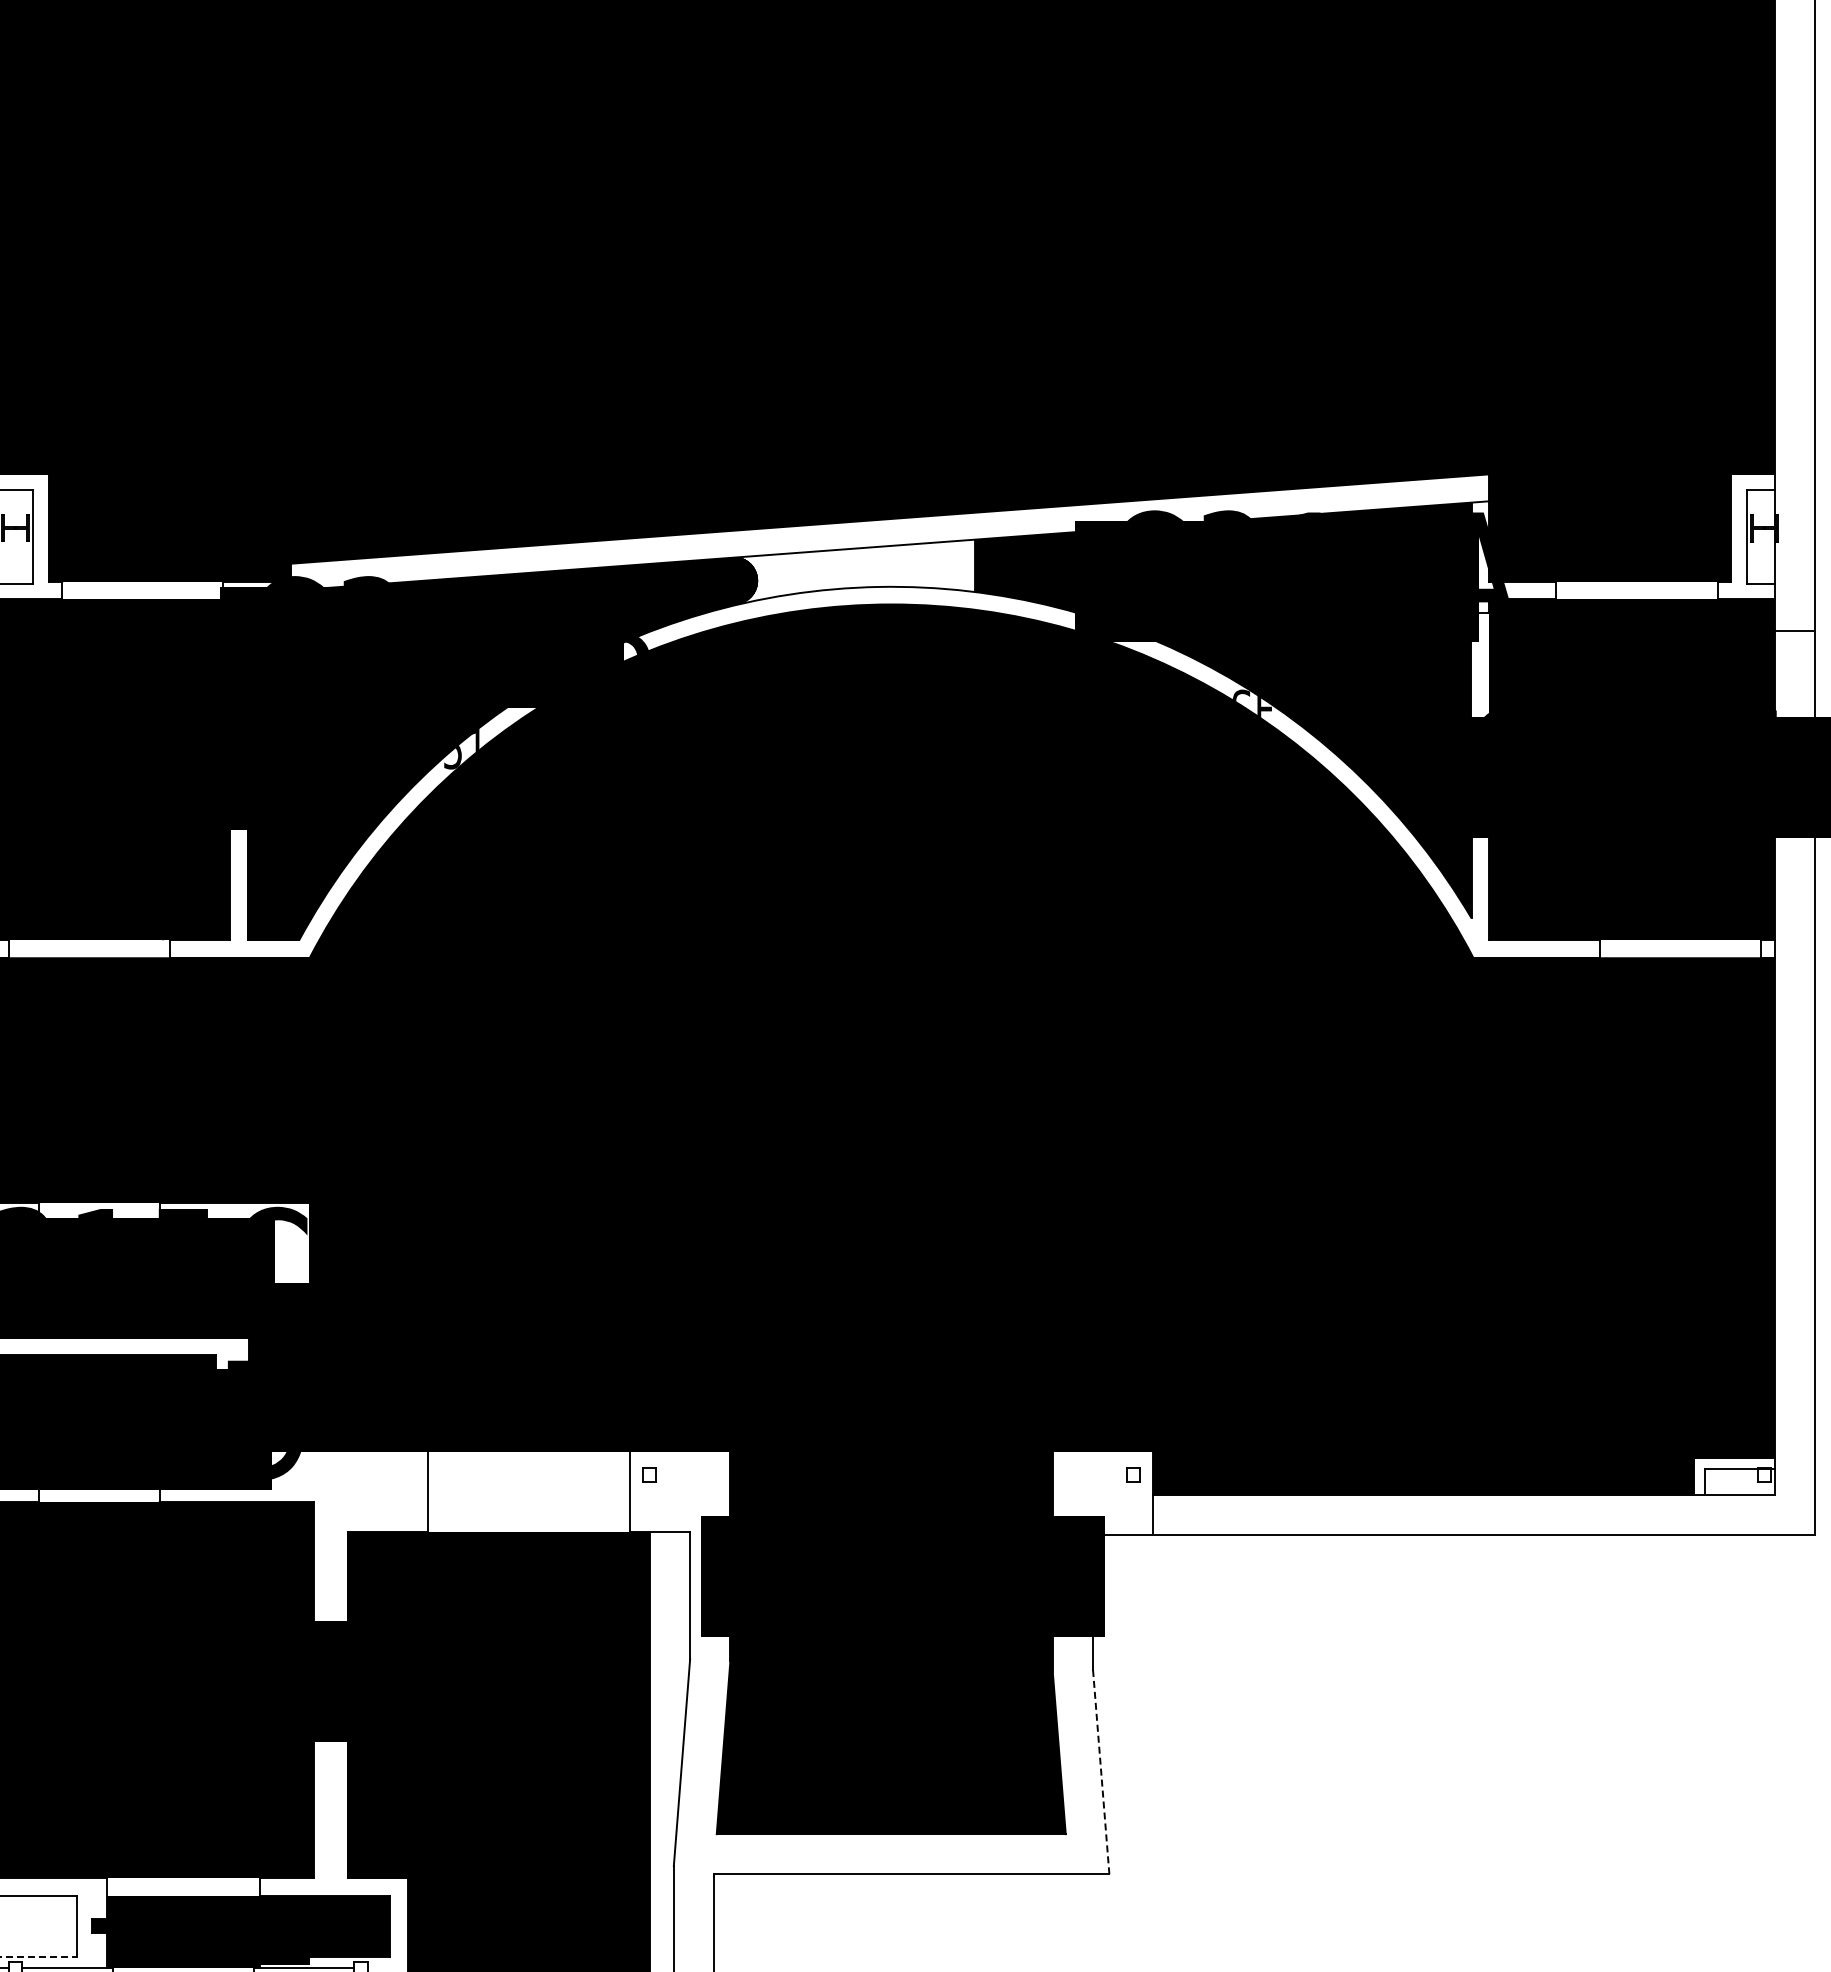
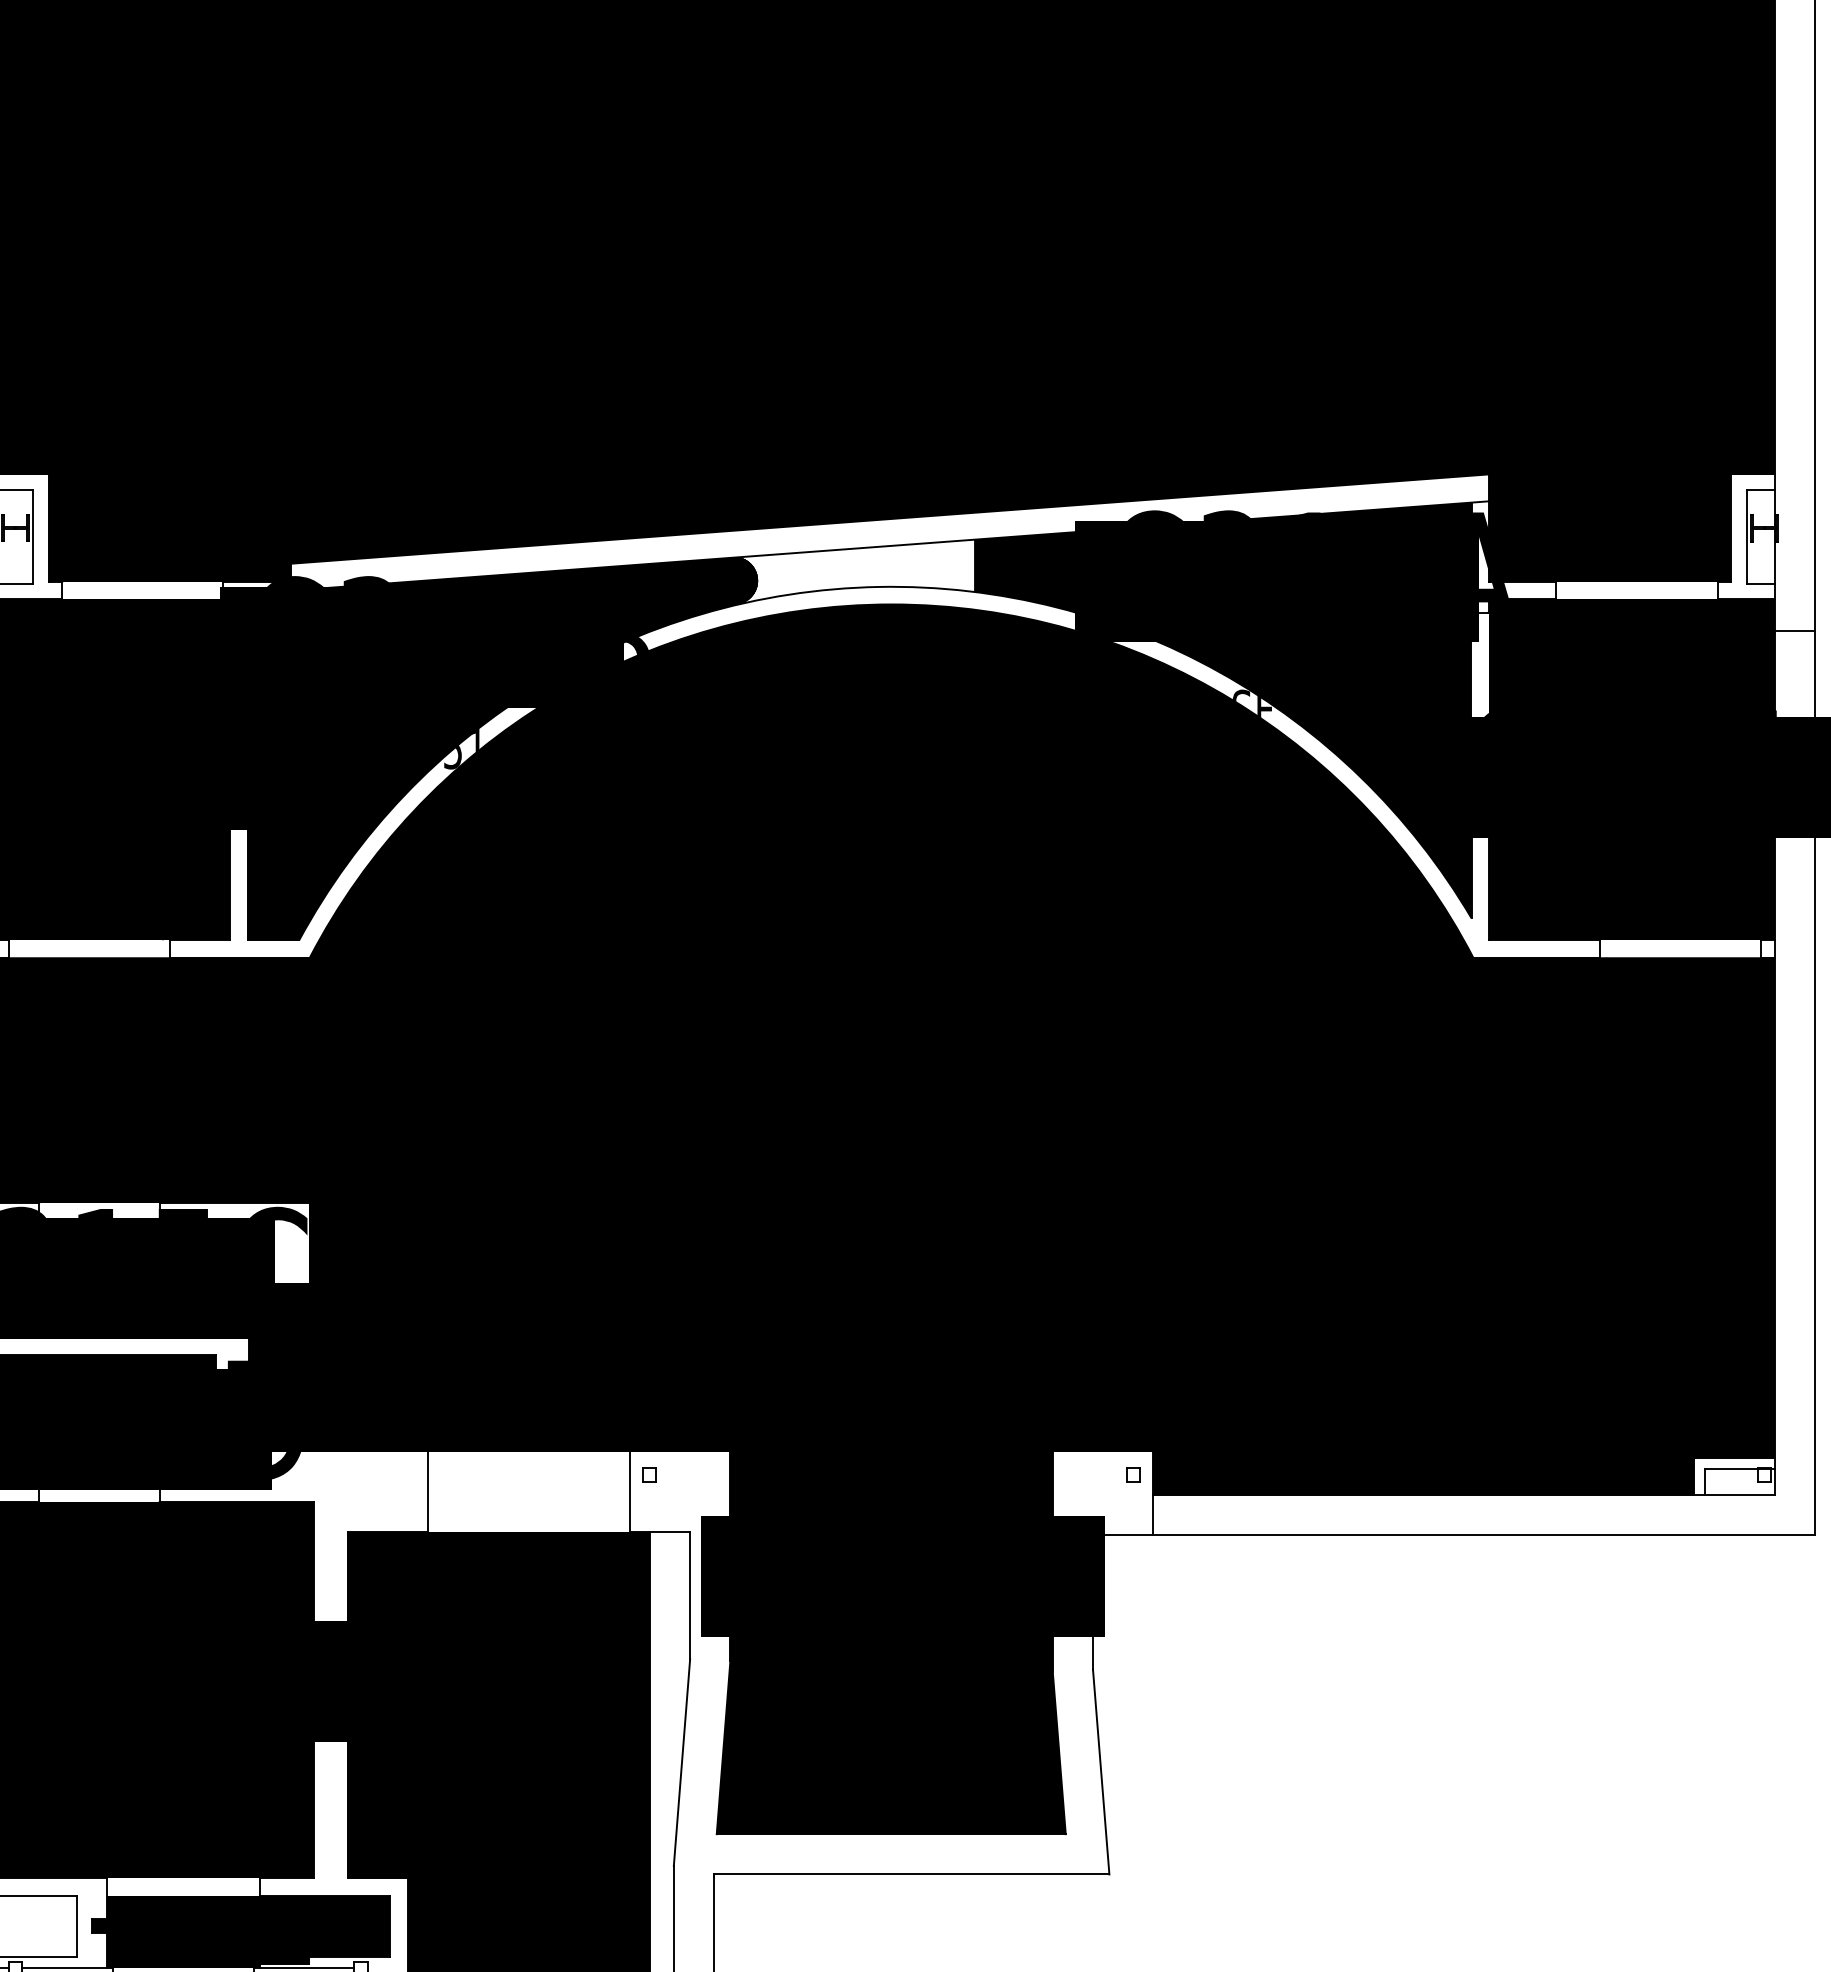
line at (1101, 1772): dashed -> solid
line at (38, 1957): dashed -> solid
